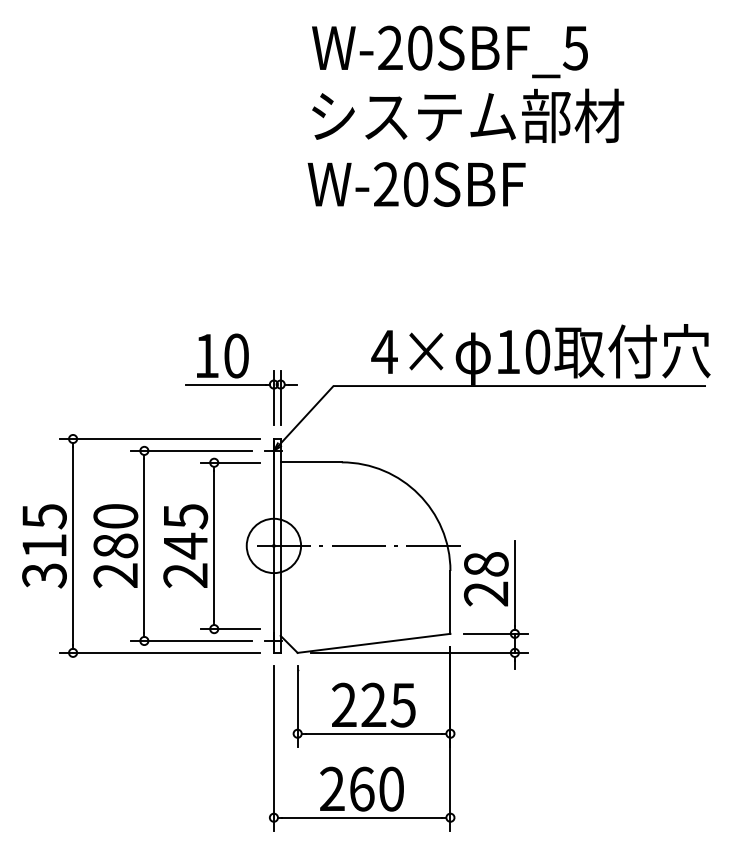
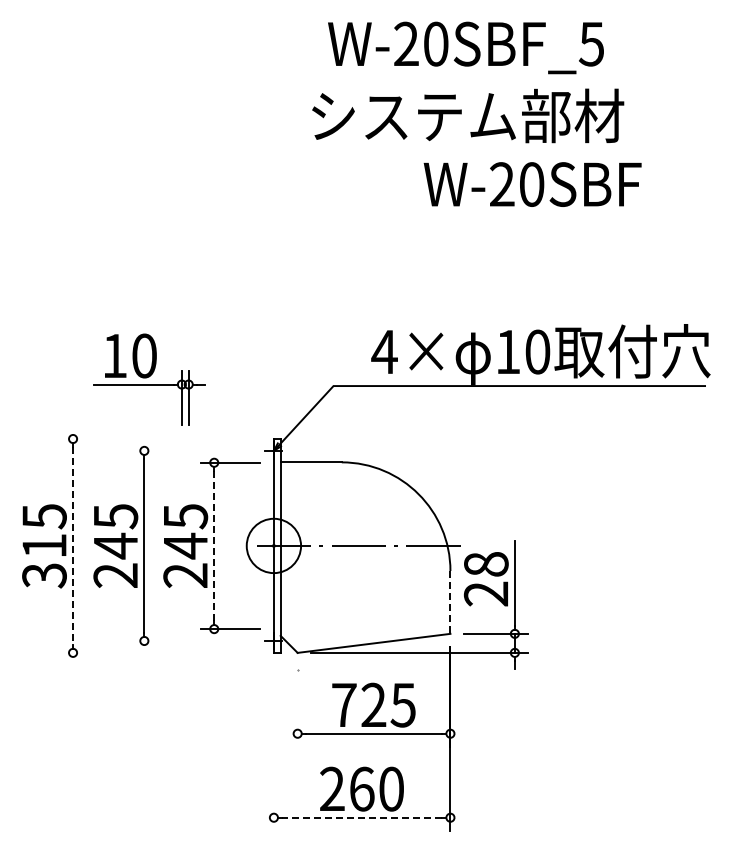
text at (449, 51) position: (449, 51) -> (465, 47)
text at (416, 184) position: (416, 184) -> (532, 184)
part at (241, 379) position: (241, 379) -> (149, 379)
line at (159, 439): present -> none
line at (190, 450): present -> none
text at (115, 531): 280 -> 245
line at (73, 545): solid -> dashed
line at (214, 546): solid -> dashed
line at (450, 602): solid -> dashed
line at (190, 641): present -> none
line at (159, 652): present -> none
text at (344, 704): 225 -> 725
line at (297, 706): present -> none
line at (273, 748): present -> none
line at (361, 817): solid -> dashed
